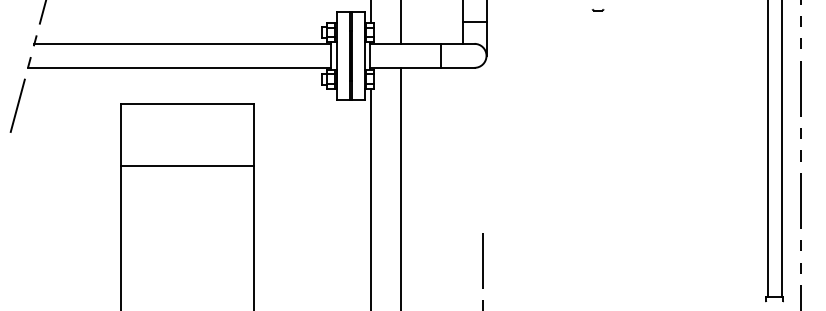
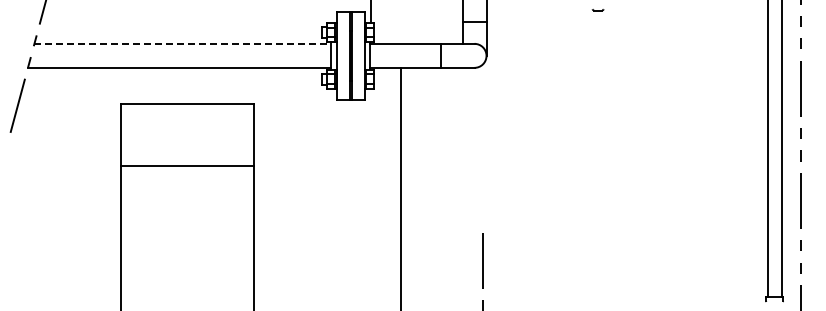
line at (401, 22): present -> none
line at (182, 43): solid -> dashed
line at (371, 197): present -> none
